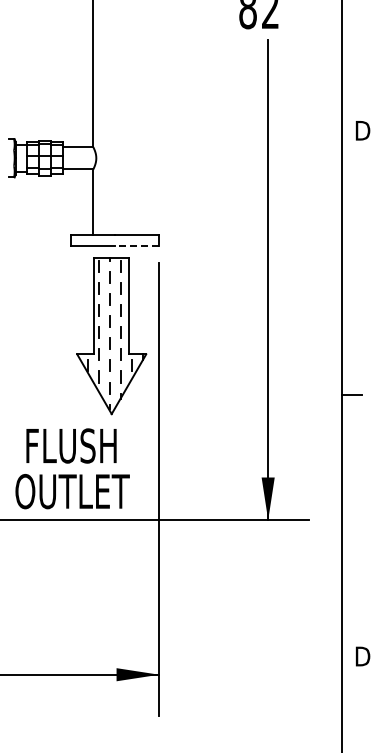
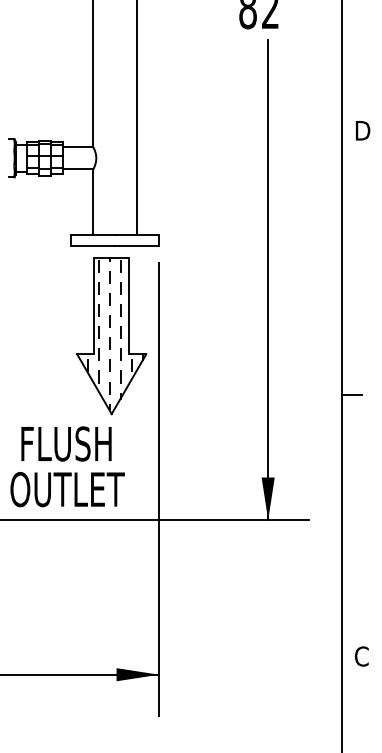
line at (137, 118): none -> present
line at (137, 246): dashed -> solid
text at (72, 468) position: (72, 468) -> (67, 466)
text at (362, 656): D -> C
